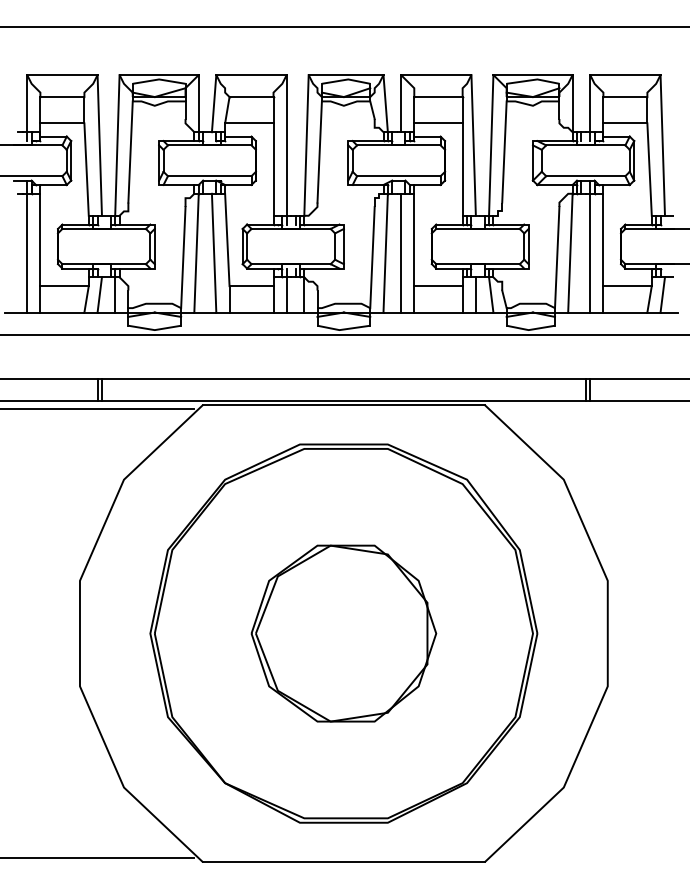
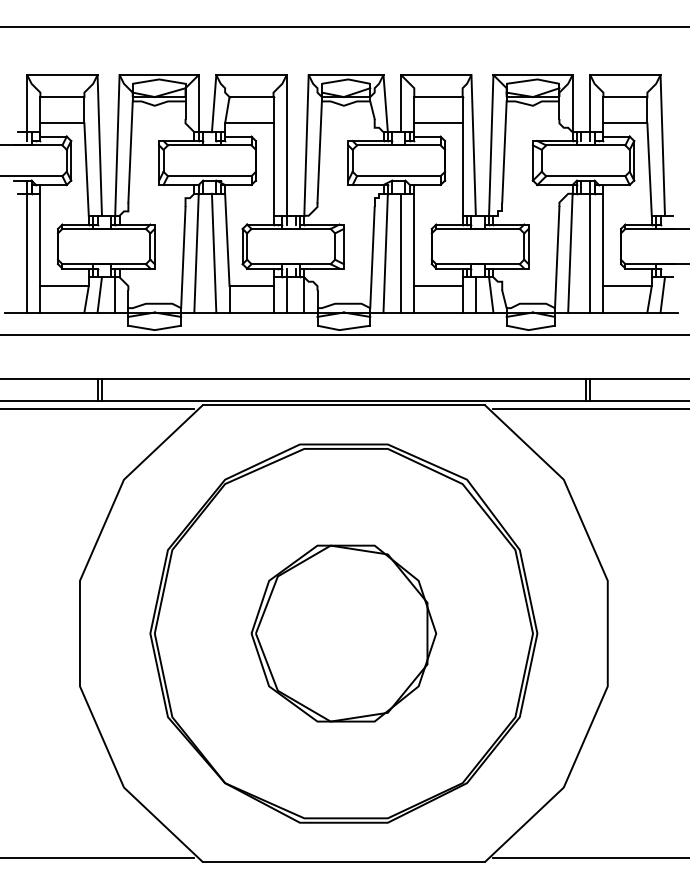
line at (589, 409): none -> present
line at (589, 857): none -> present
